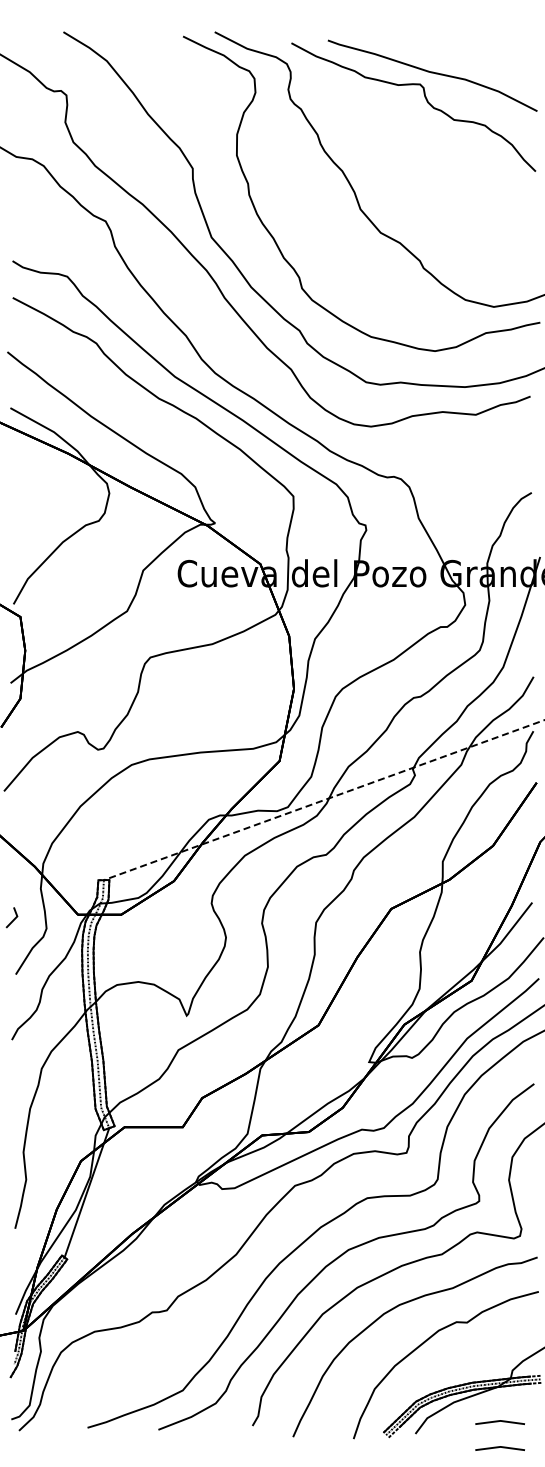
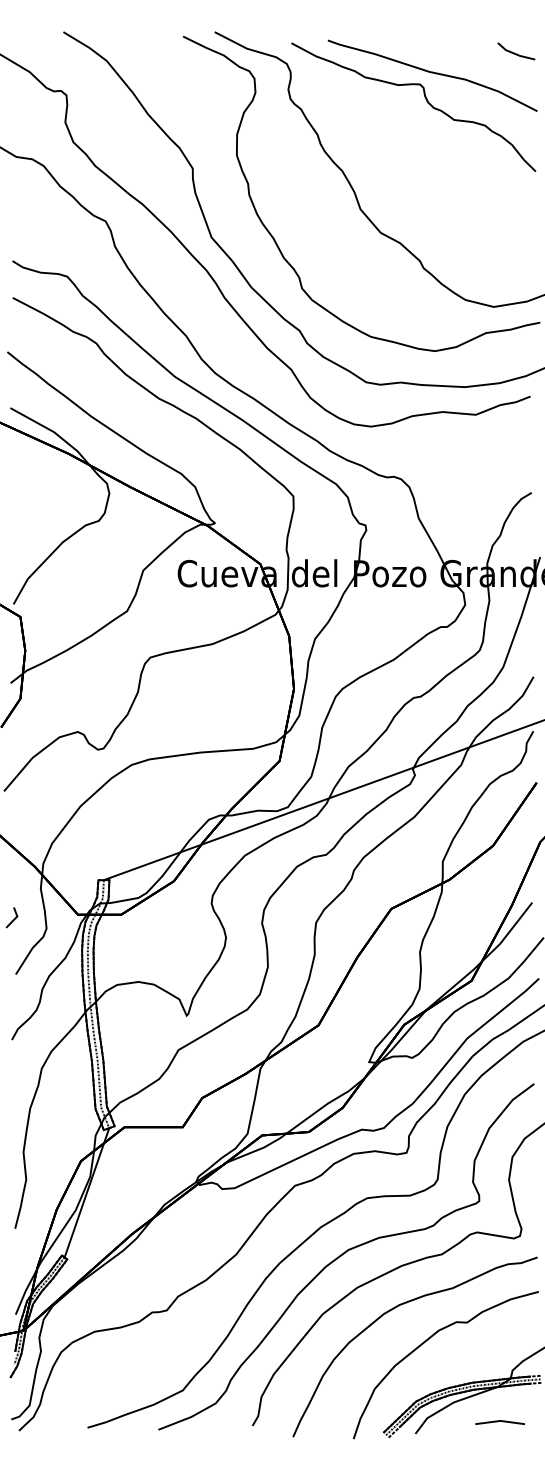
line at (516, 53): none -> present
line at (323, 800): dashed -> solid
part at (499, 1448): present -> none
